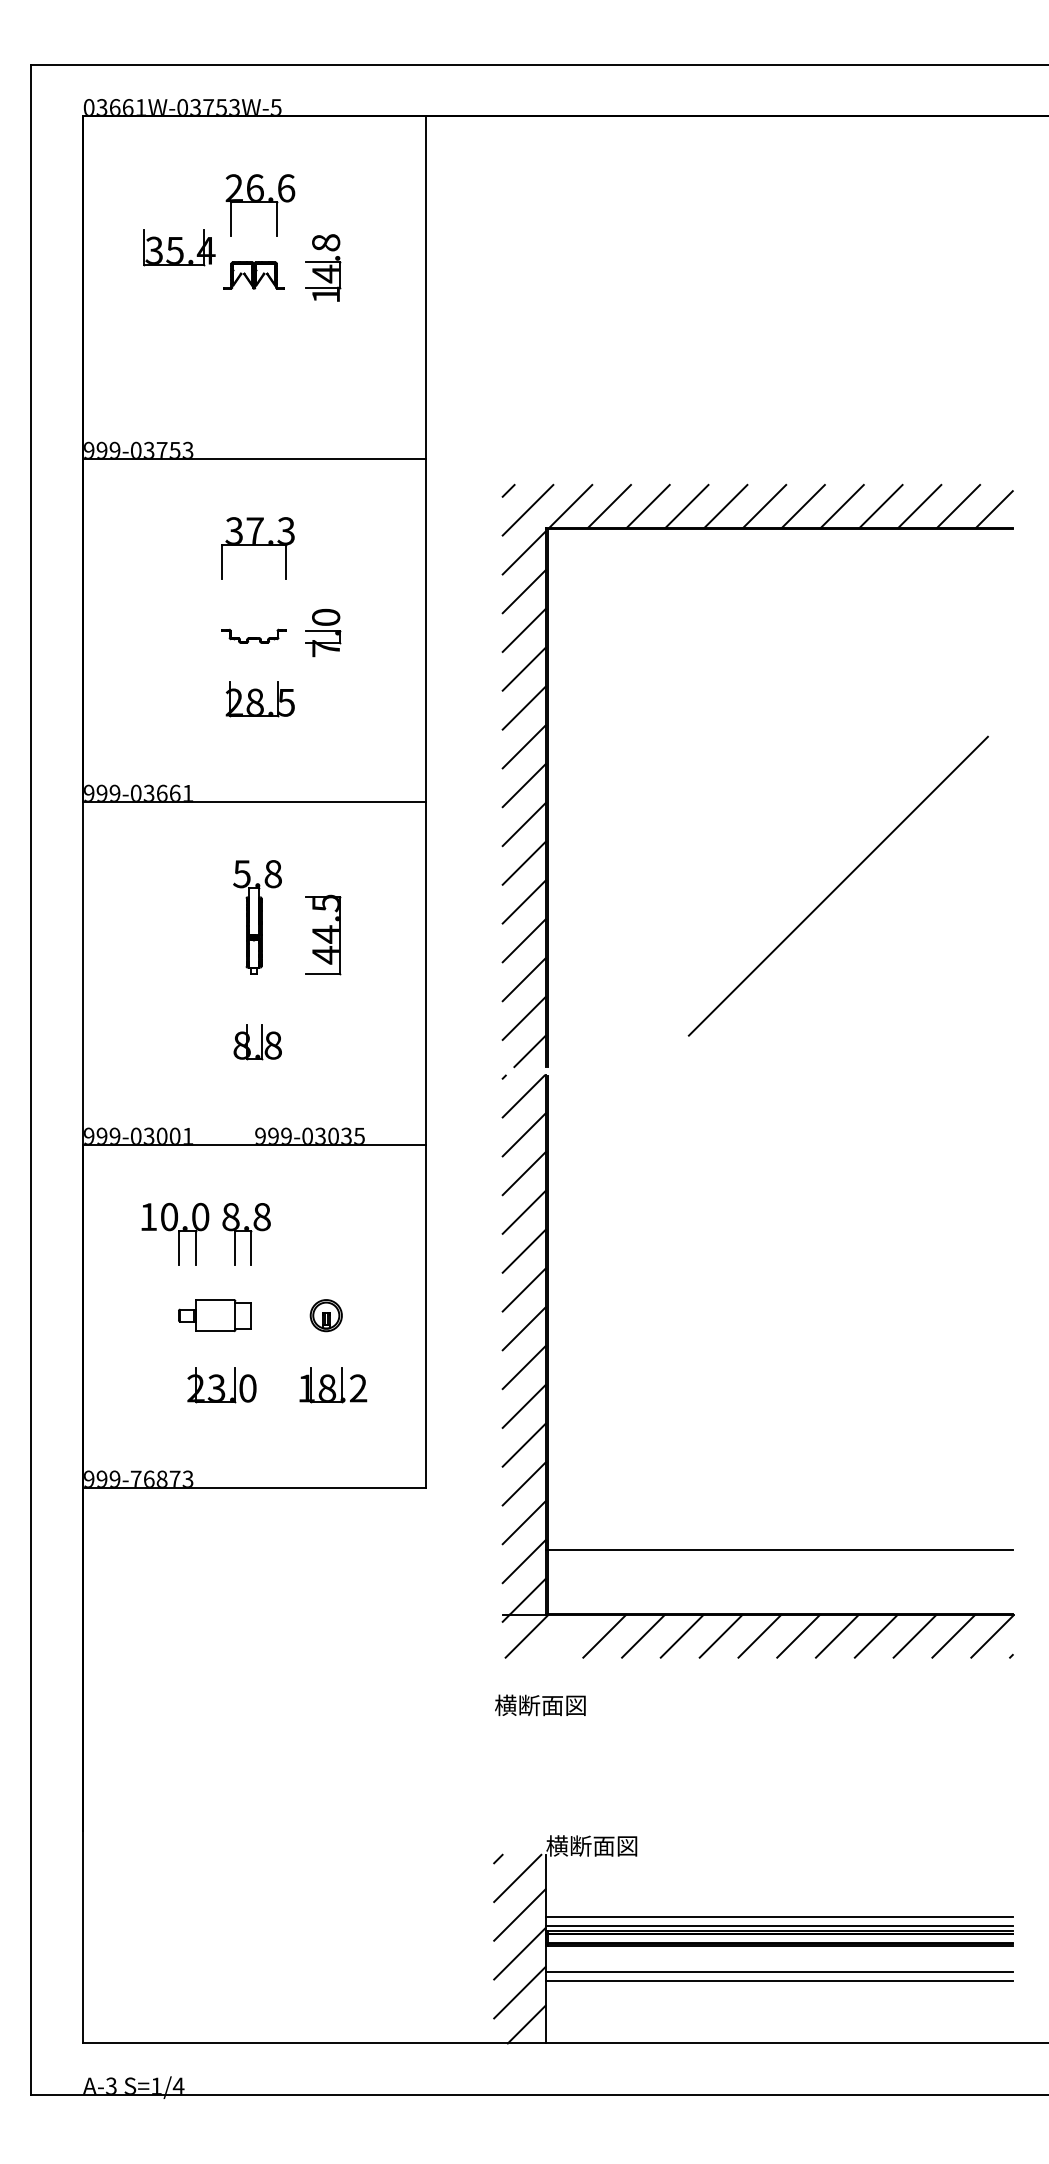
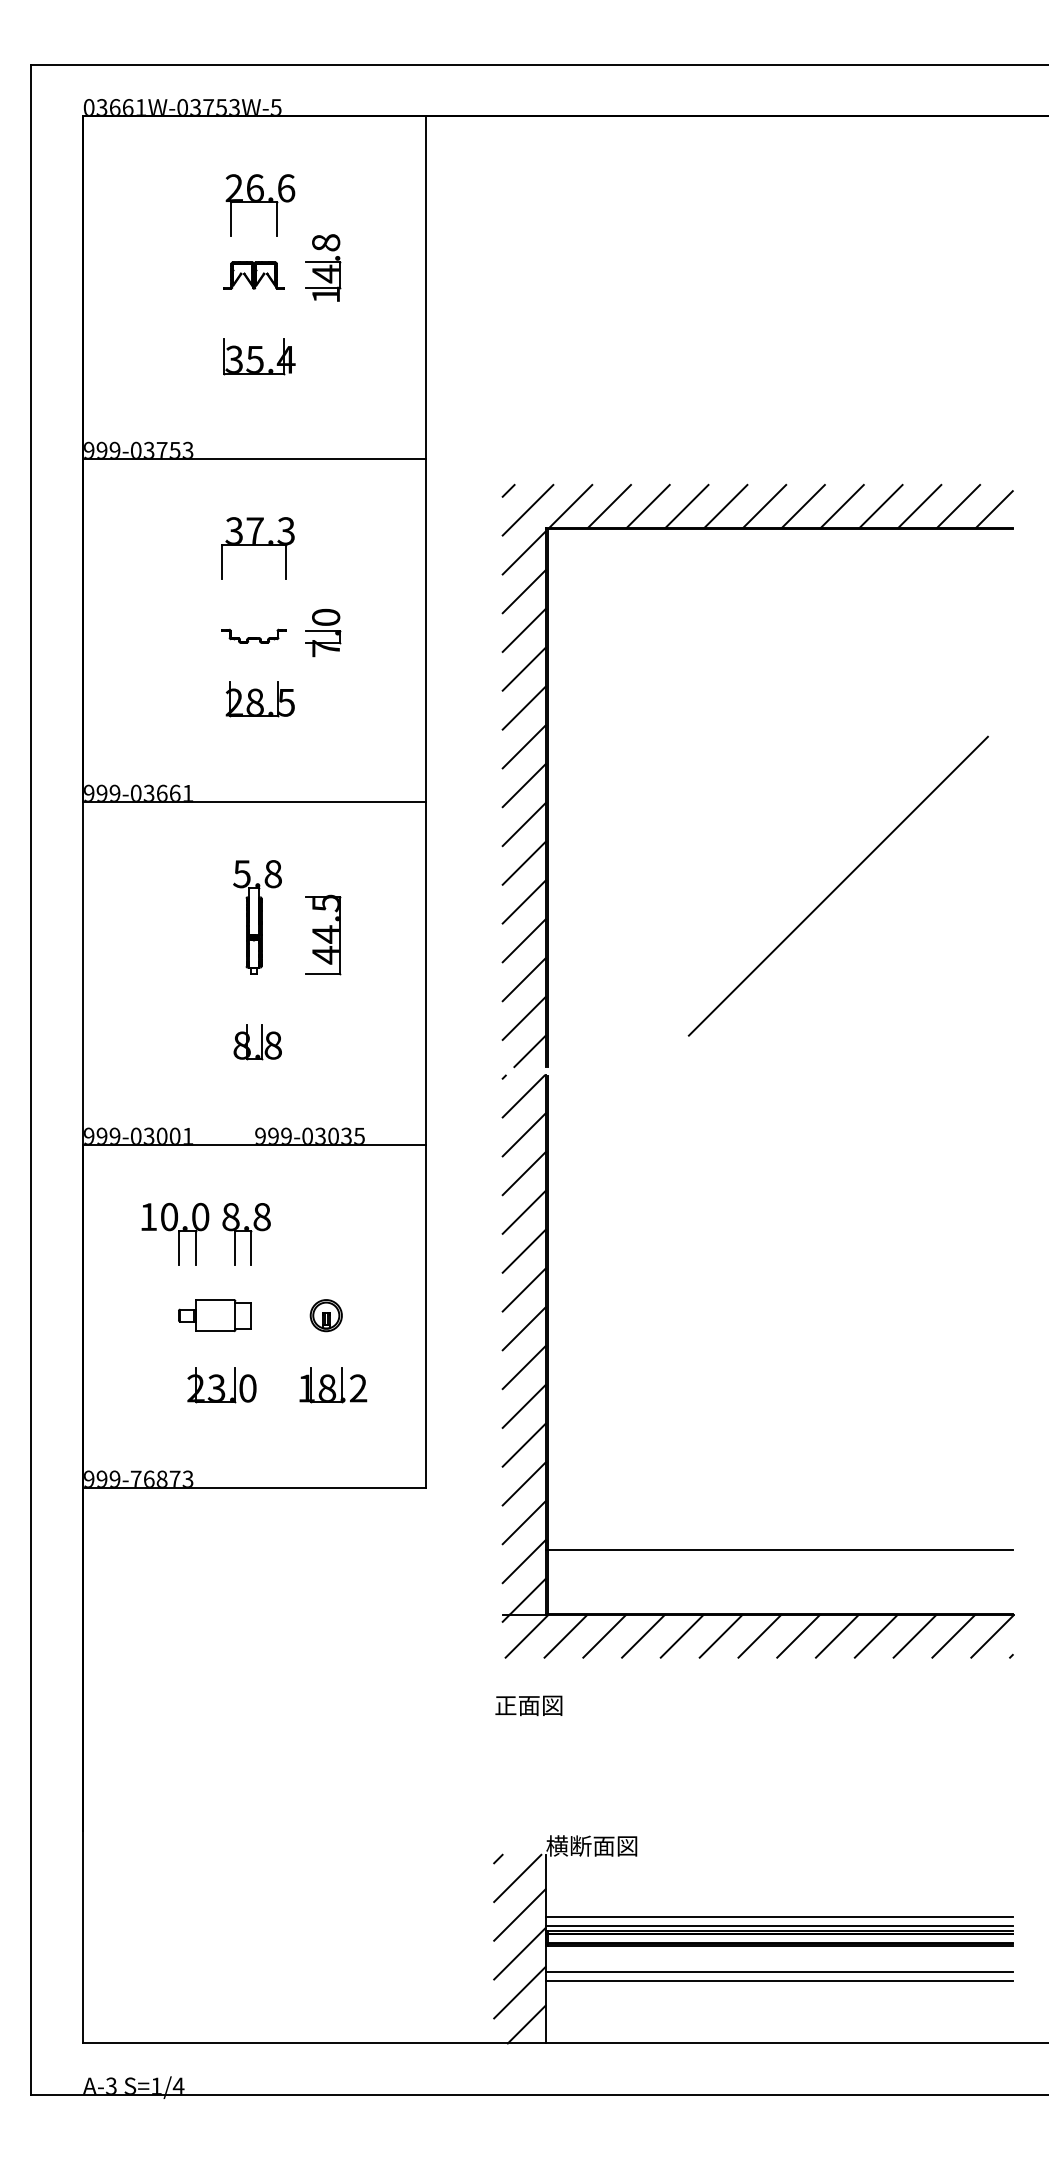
part at (179, 247) position: (179, 247) -> (259, 356)
line at (565, 1635): none -> present
text at (540, 1705): 横断面図 -> 正面図
